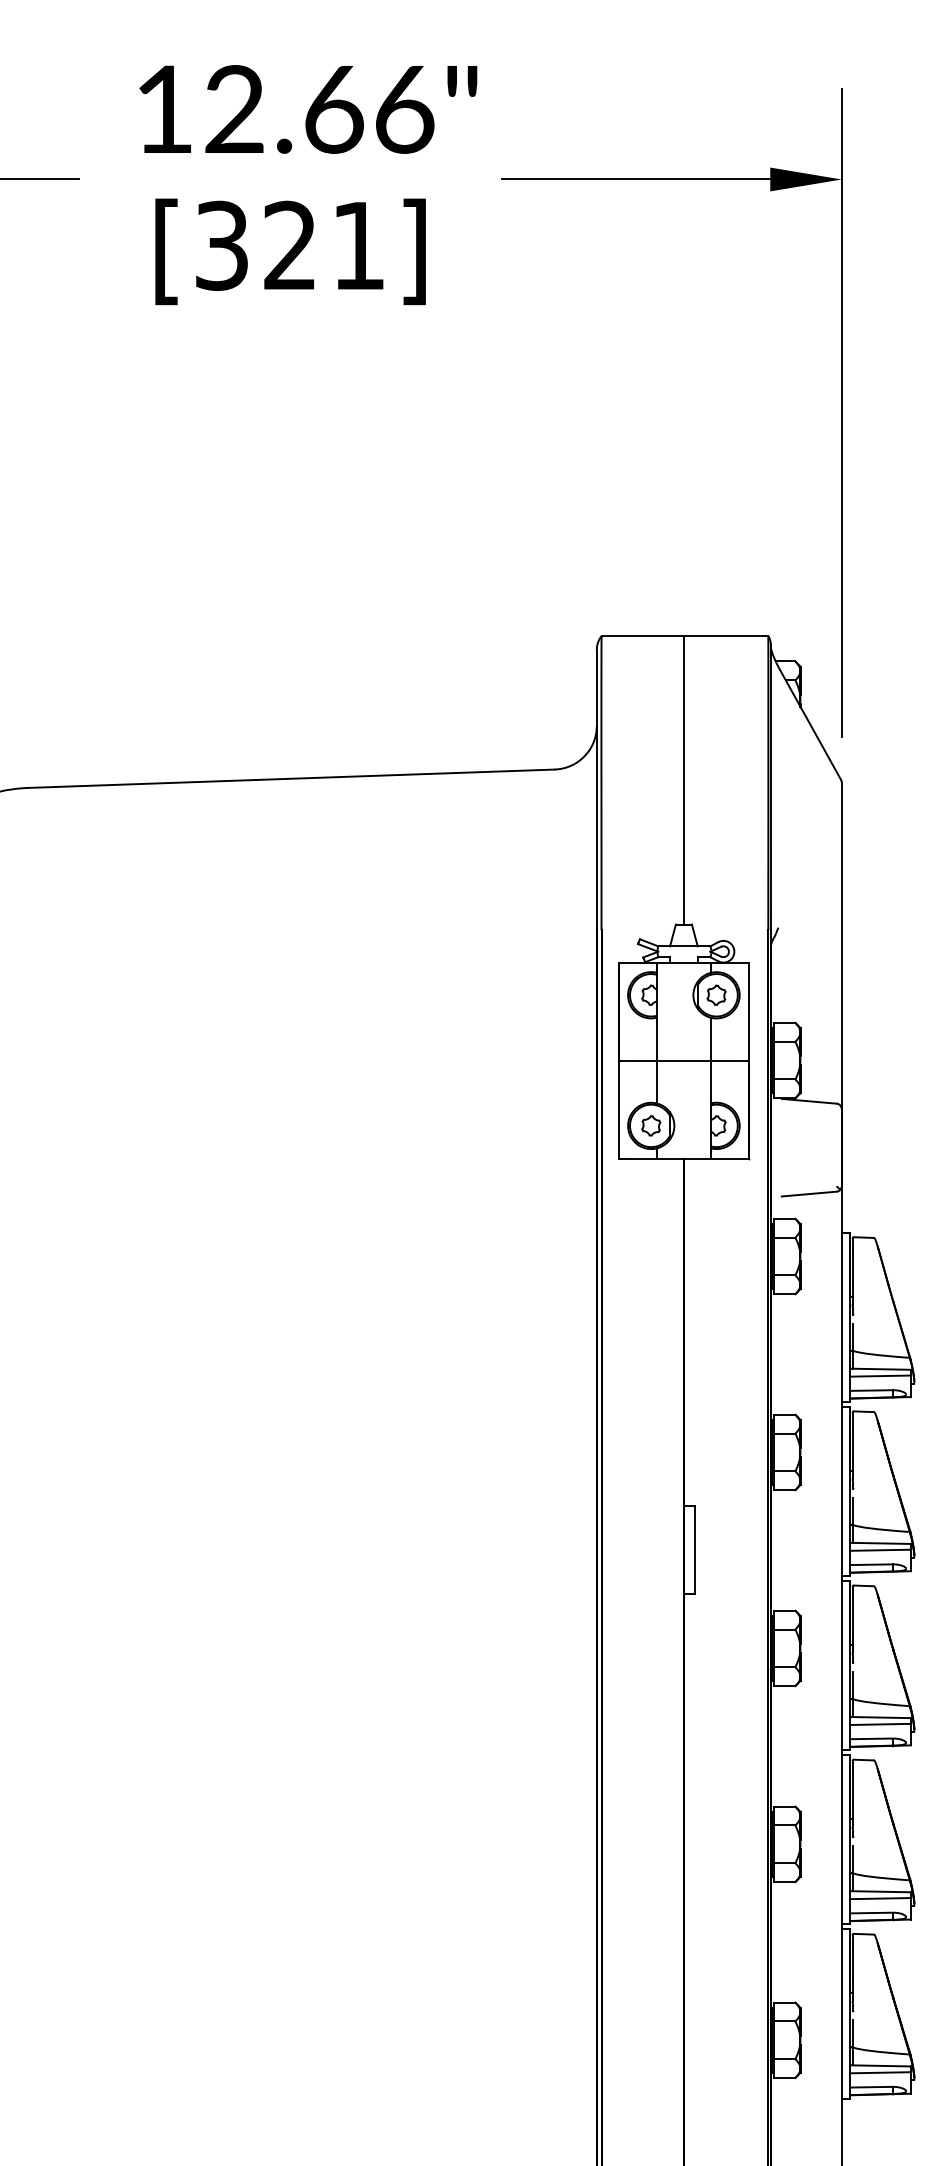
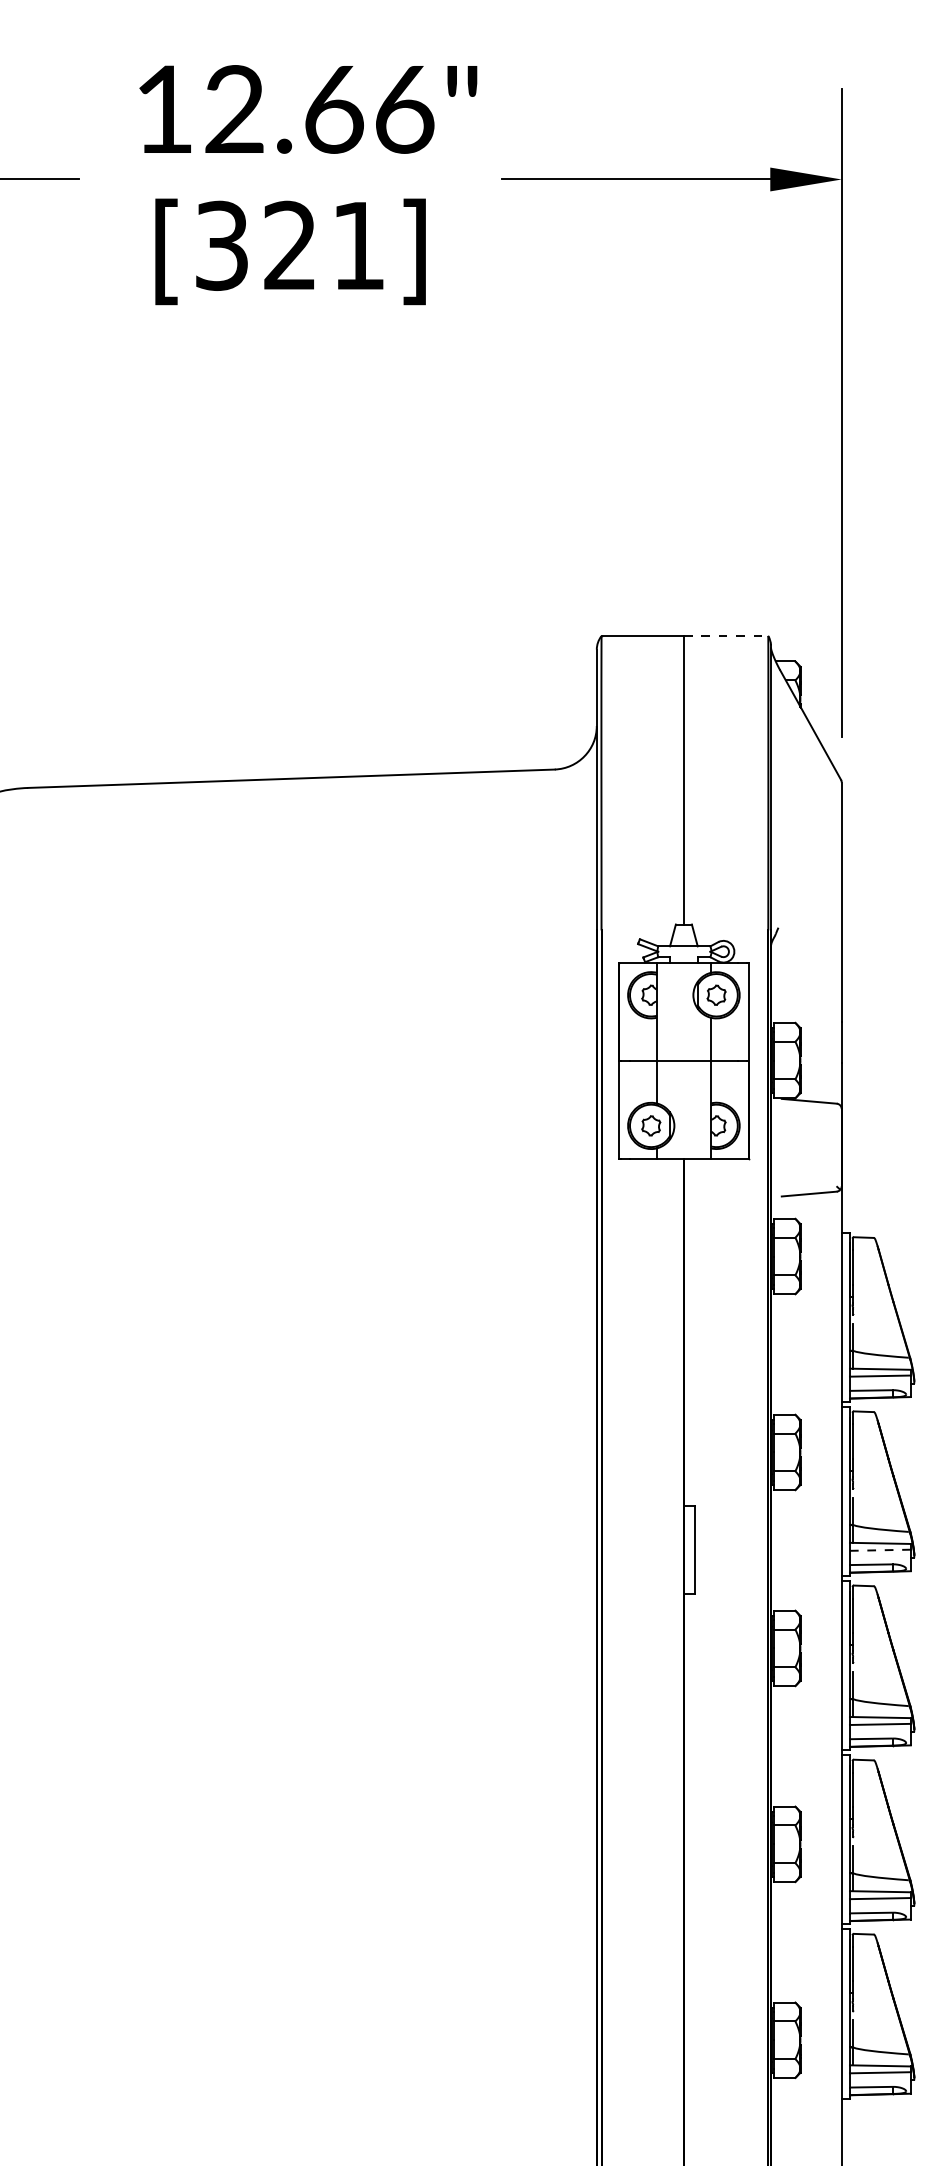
line at (726, 636): solid -> dashed
line at (880, 1550): solid -> dashed
